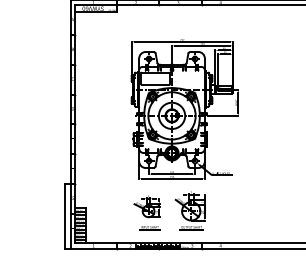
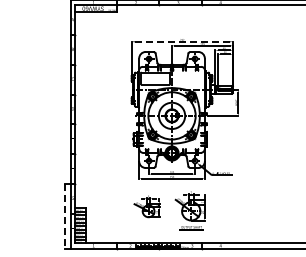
line at (181, 41): solid -> dashed
line at (64, 216): solid -> dashed
line at (148, 228): present -> none
